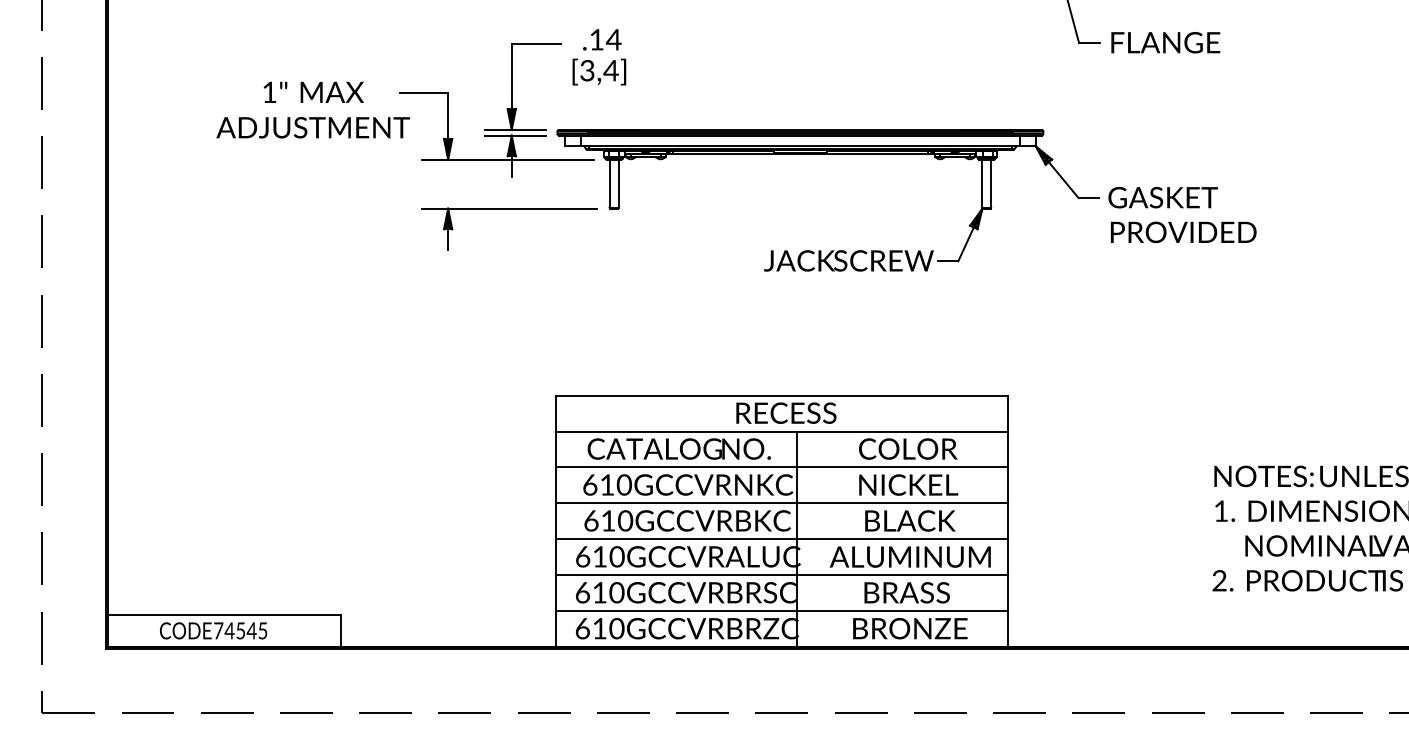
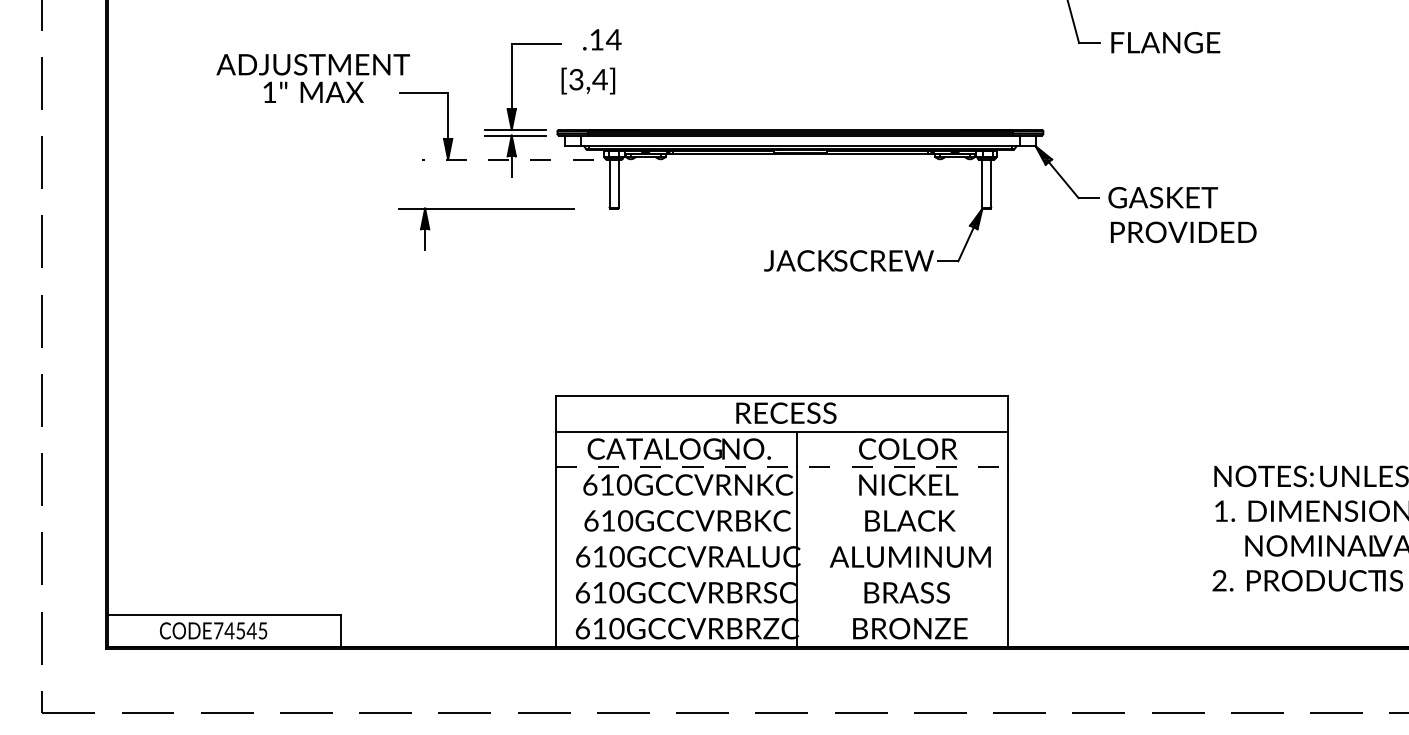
text at (599, 71) position: (599, 71) -> (588, 80)
text at (312, 127) position: (312, 127) -> (312, 64)
line at (507, 159): solid -> dashed
part at (509, 209) position: (509, 209) -> (486, 209)
line at (782, 467): solid -> dashed
line at (781, 503): present -> none
line at (781, 539): present -> none
line at (781, 575): present -> none
line at (781, 611): present -> none
